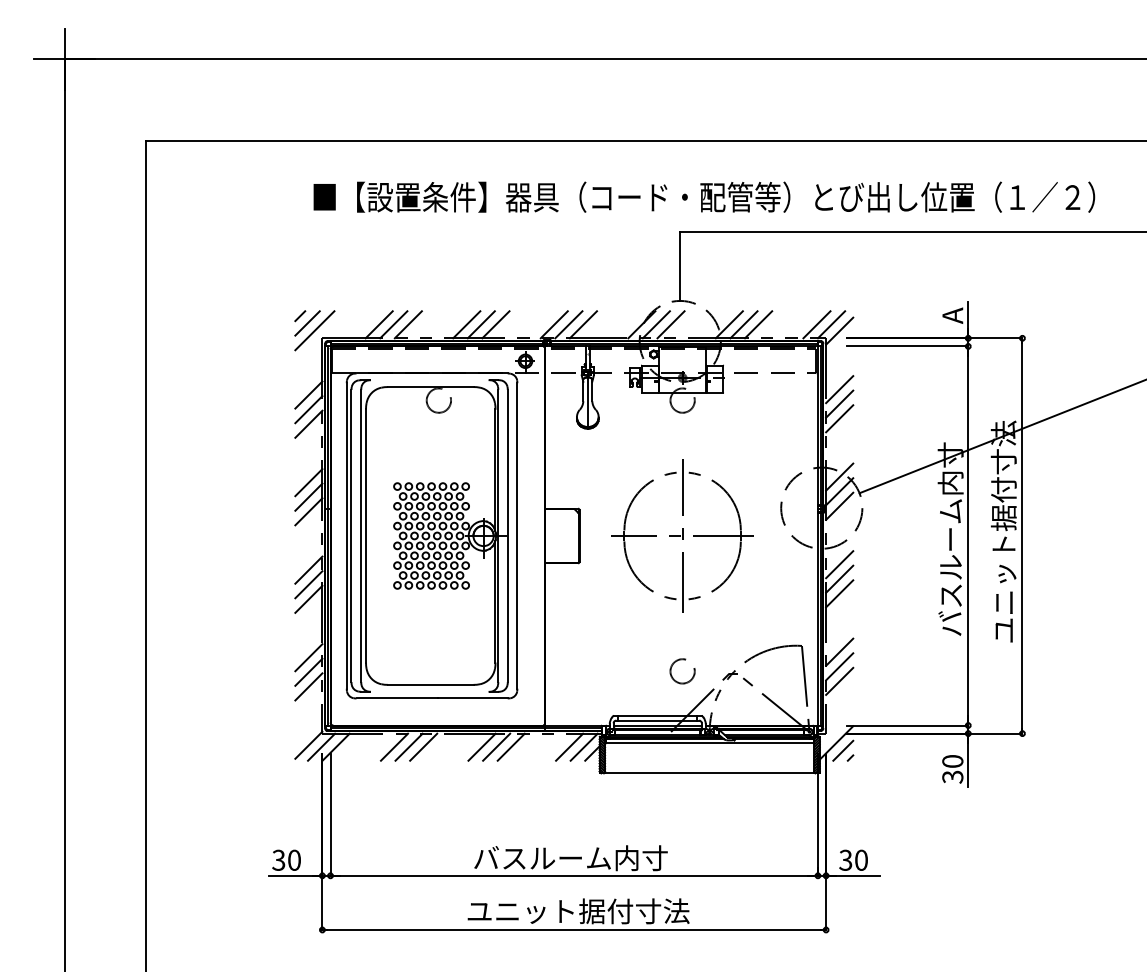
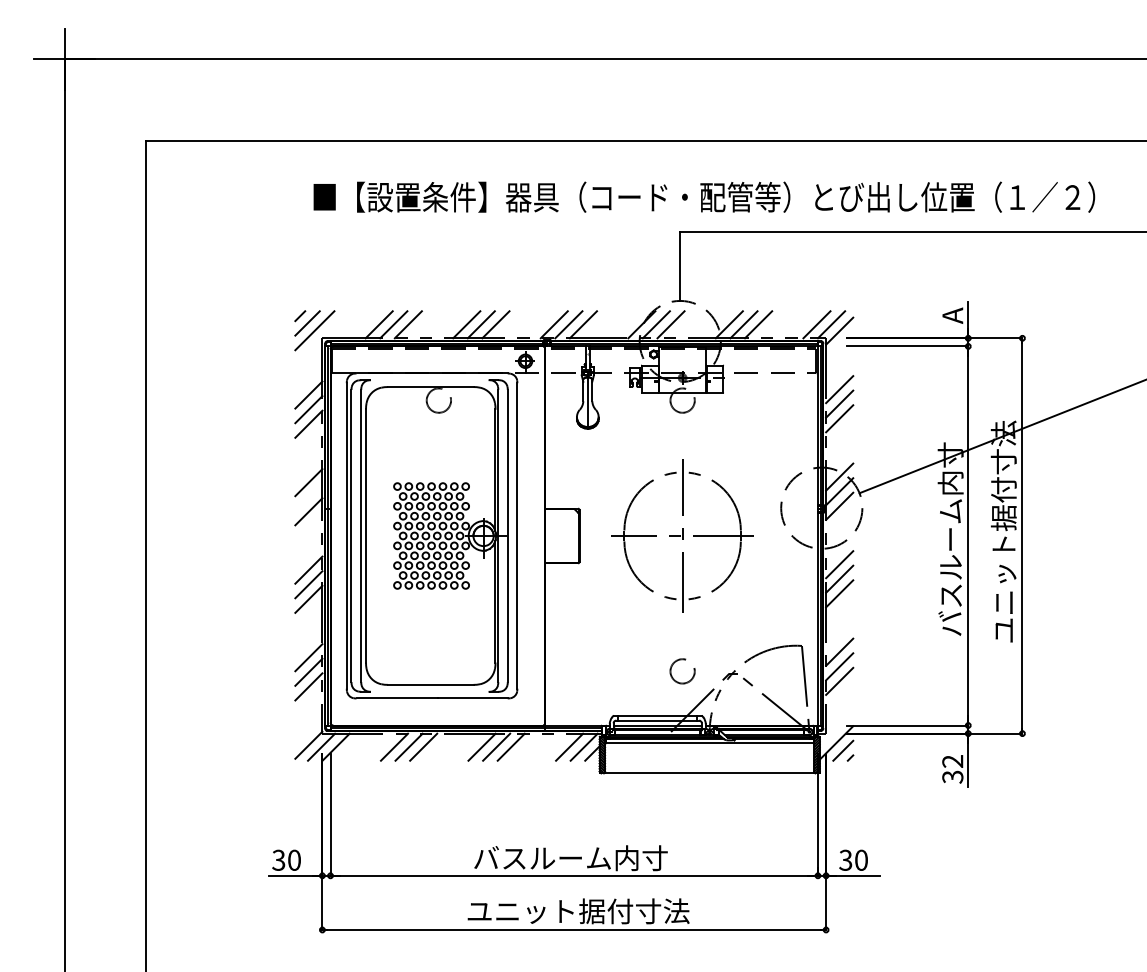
line at (308, 496): present -> none
text at (952, 761): 30 -> 32
